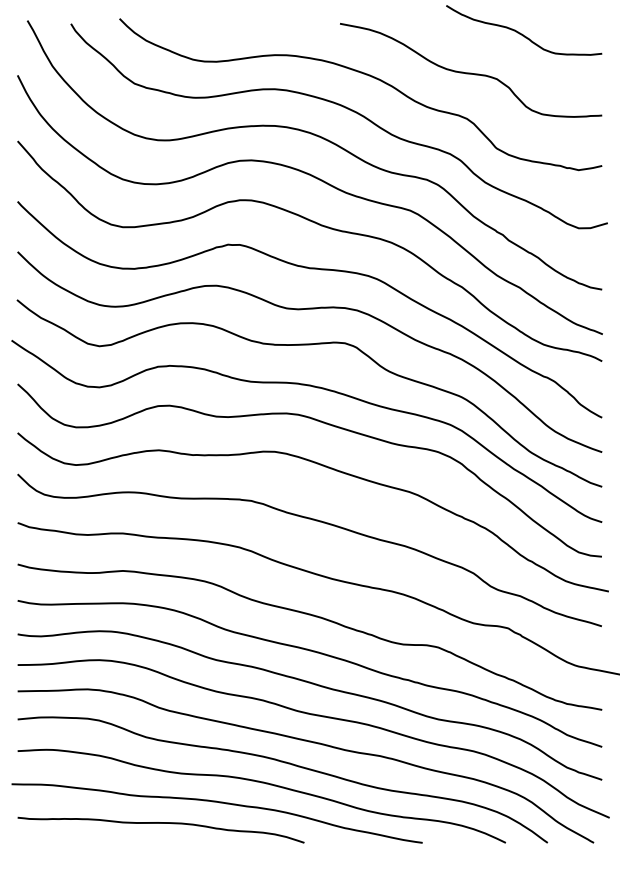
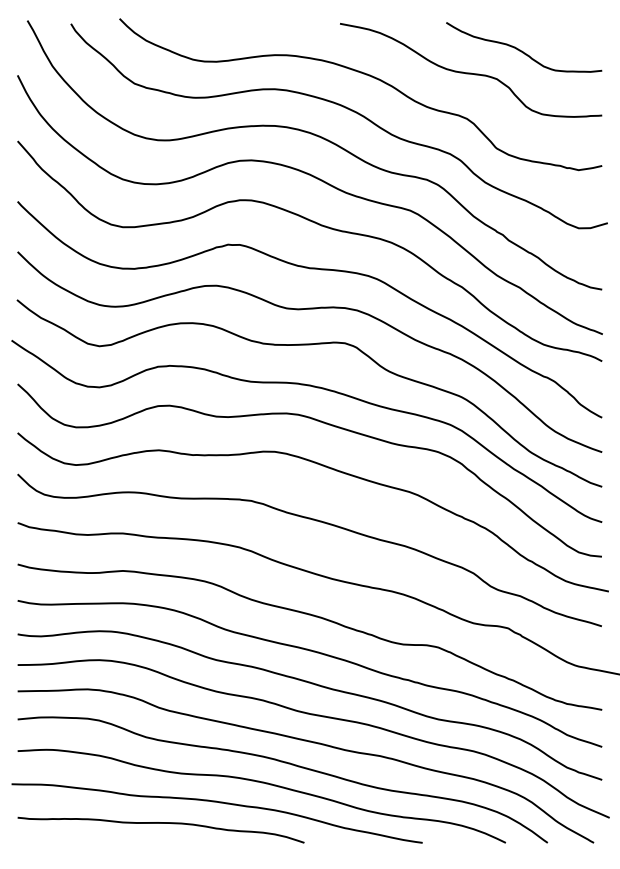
curve at (522, 33) position: (522, 33) -> (522, 50)
